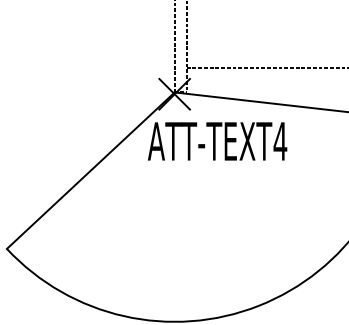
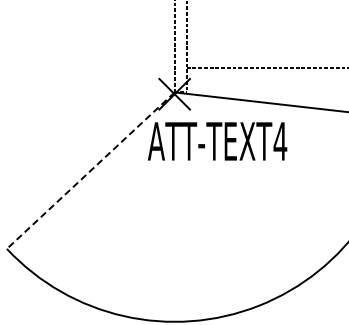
line at (90, 170): solid -> dashed
